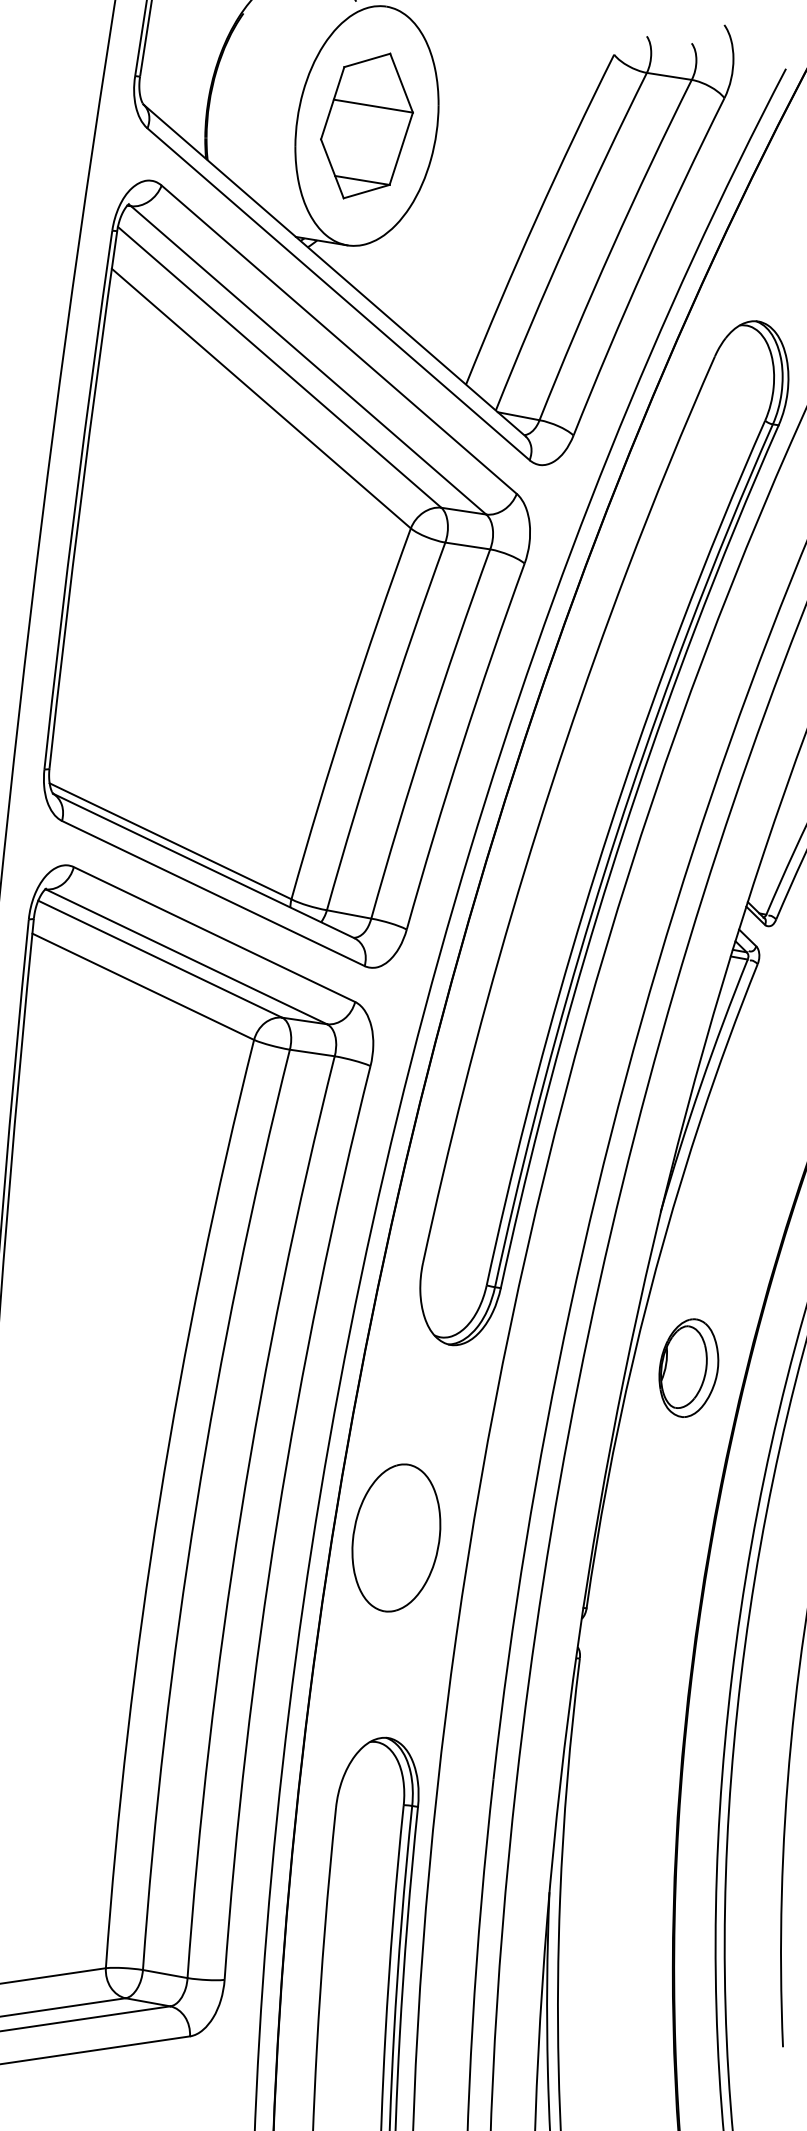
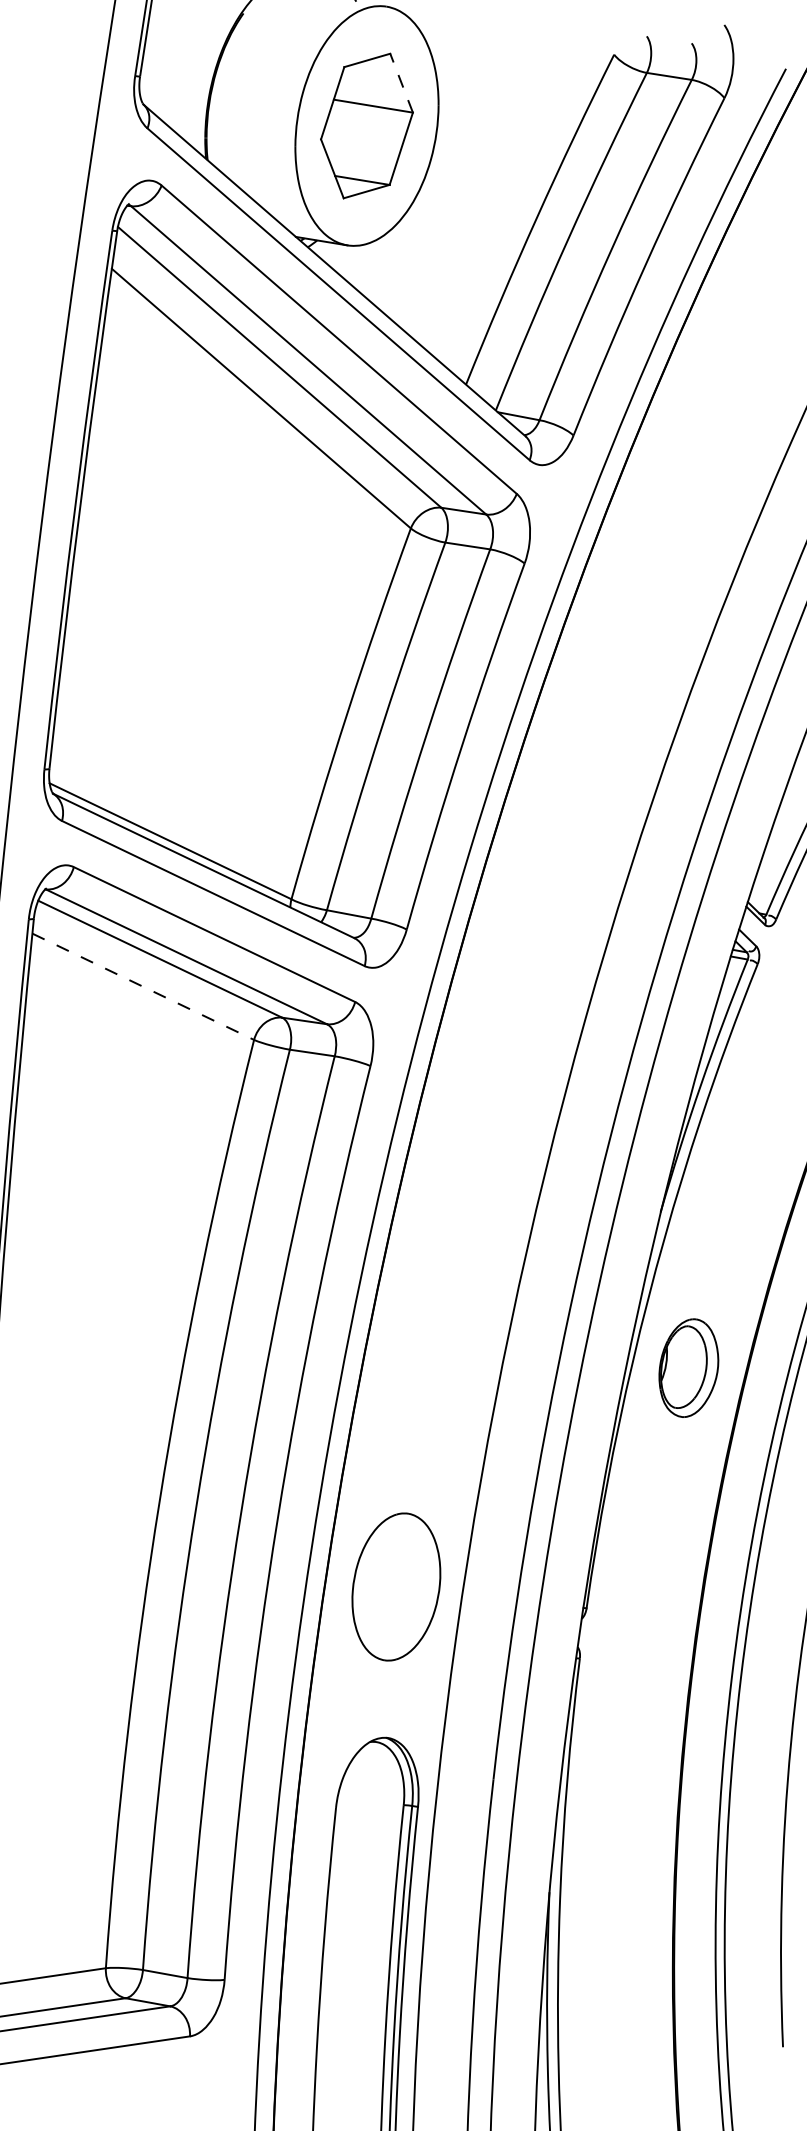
line at (401, 83): solid -> dashed
part at (604, 833): present -> none
line at (143, 986): solid -> dashed
part at (396, 1537) position: (396, 1537) -> (396, 1586)
